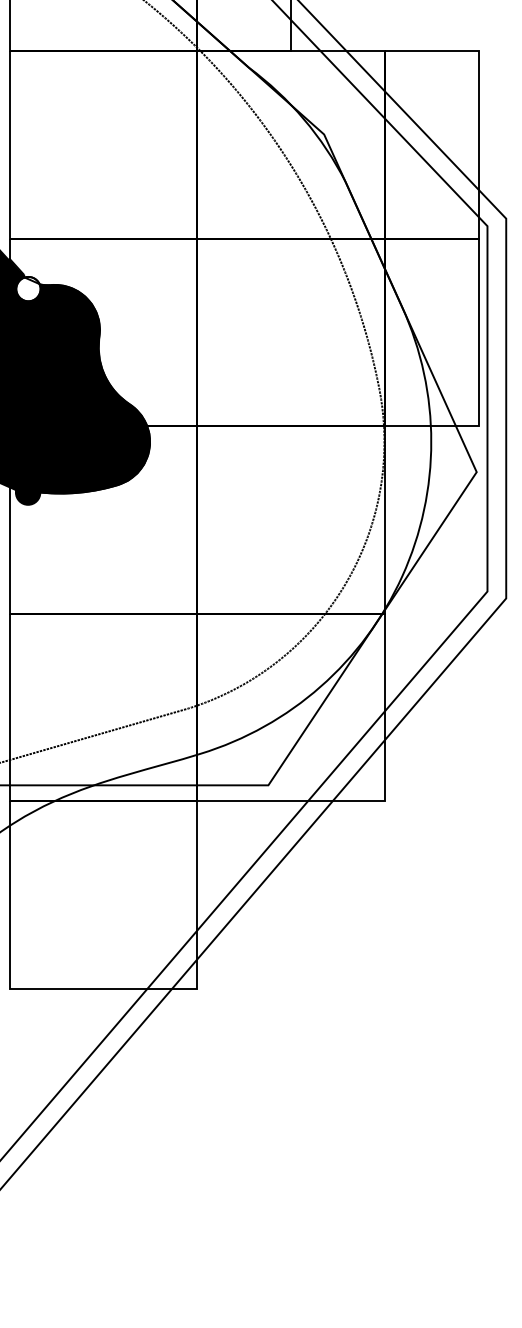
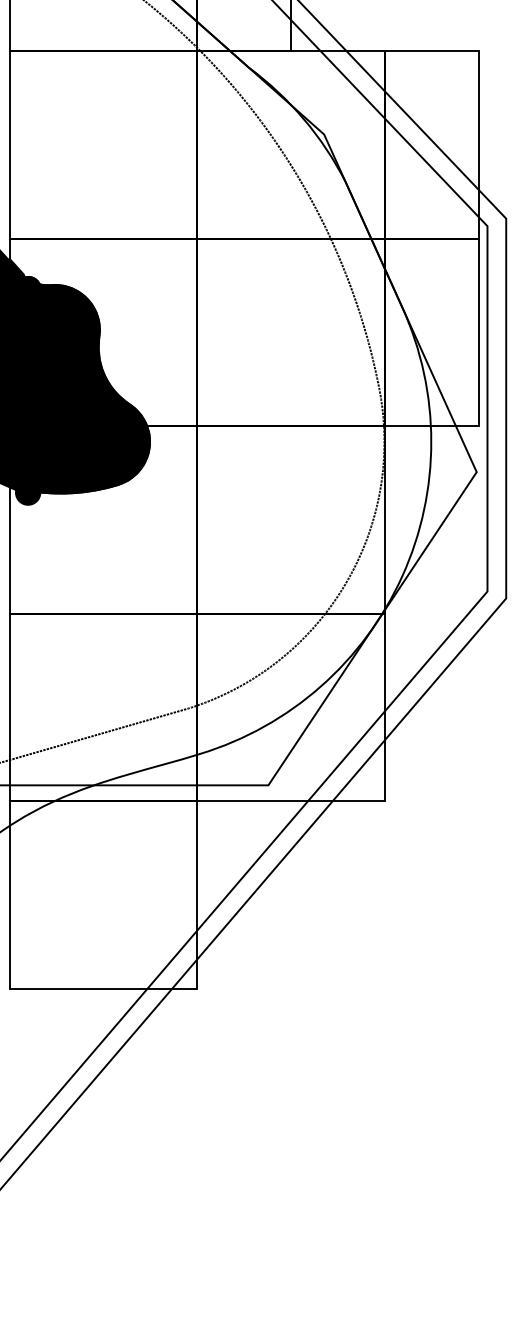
fill at (28, 288): none -> present
